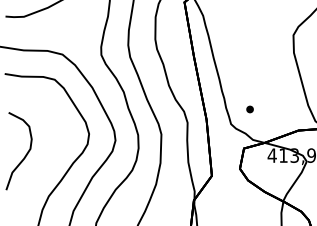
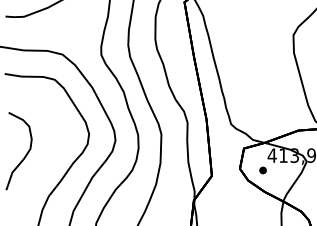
part at (249, 109) position: (249, 109) -> (262, 170)
